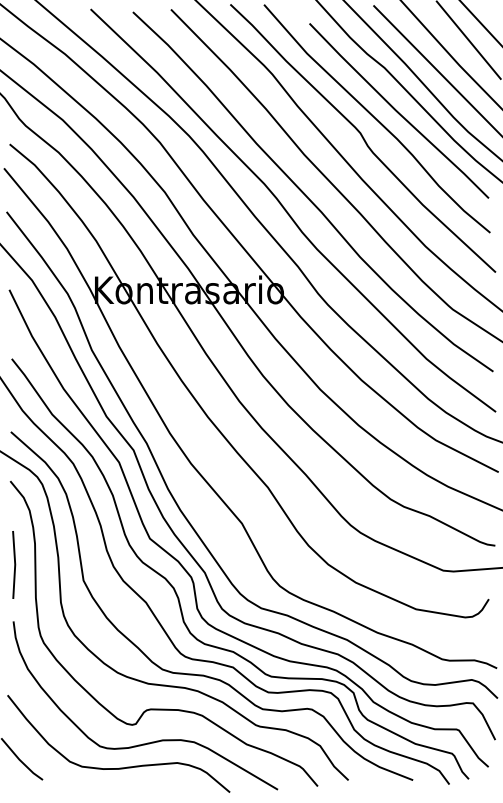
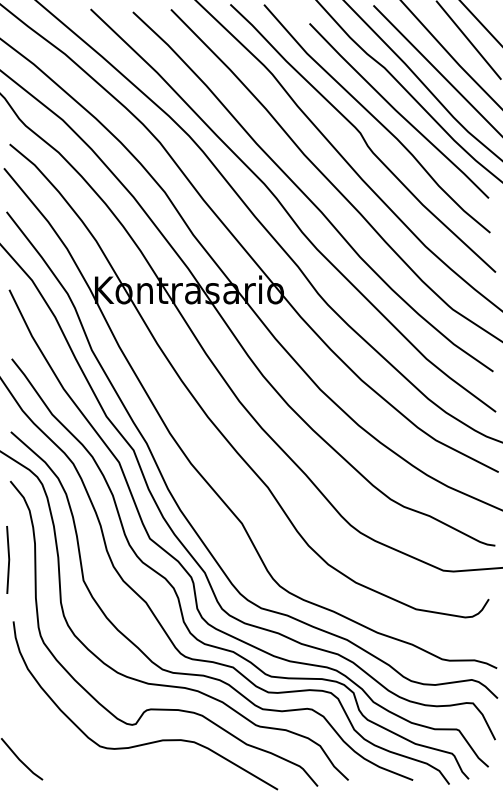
line at (14, 564) position: (14, 564) -> (8, 559)
curve at (119, 767): present -> none
